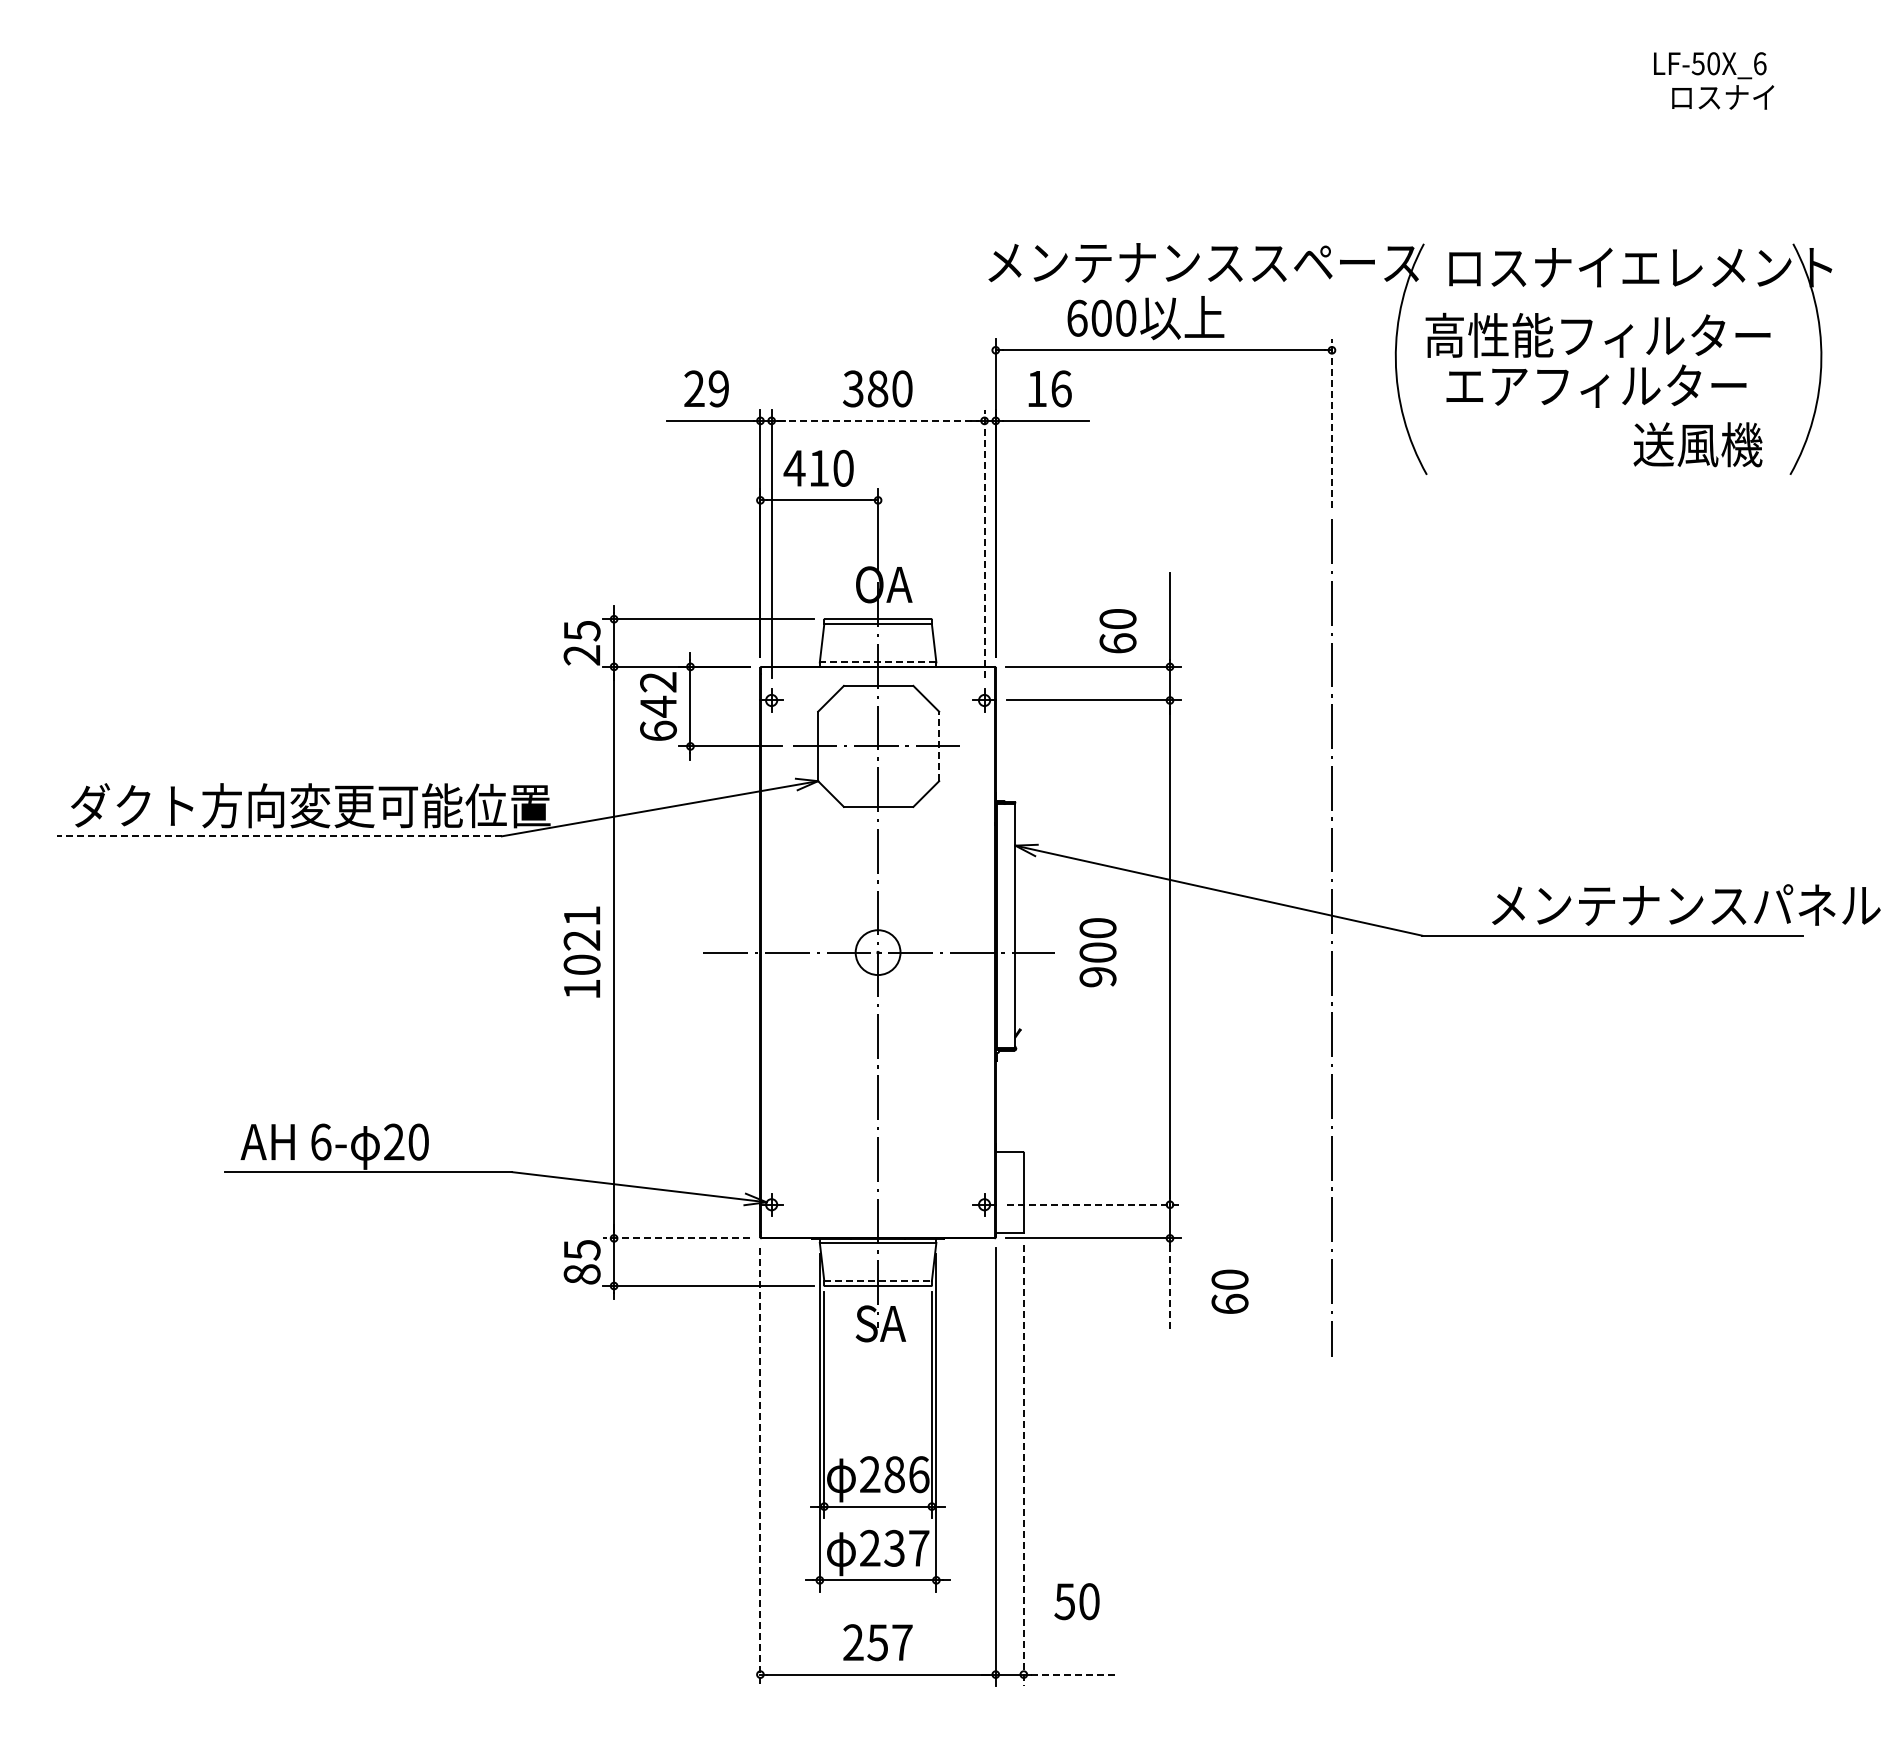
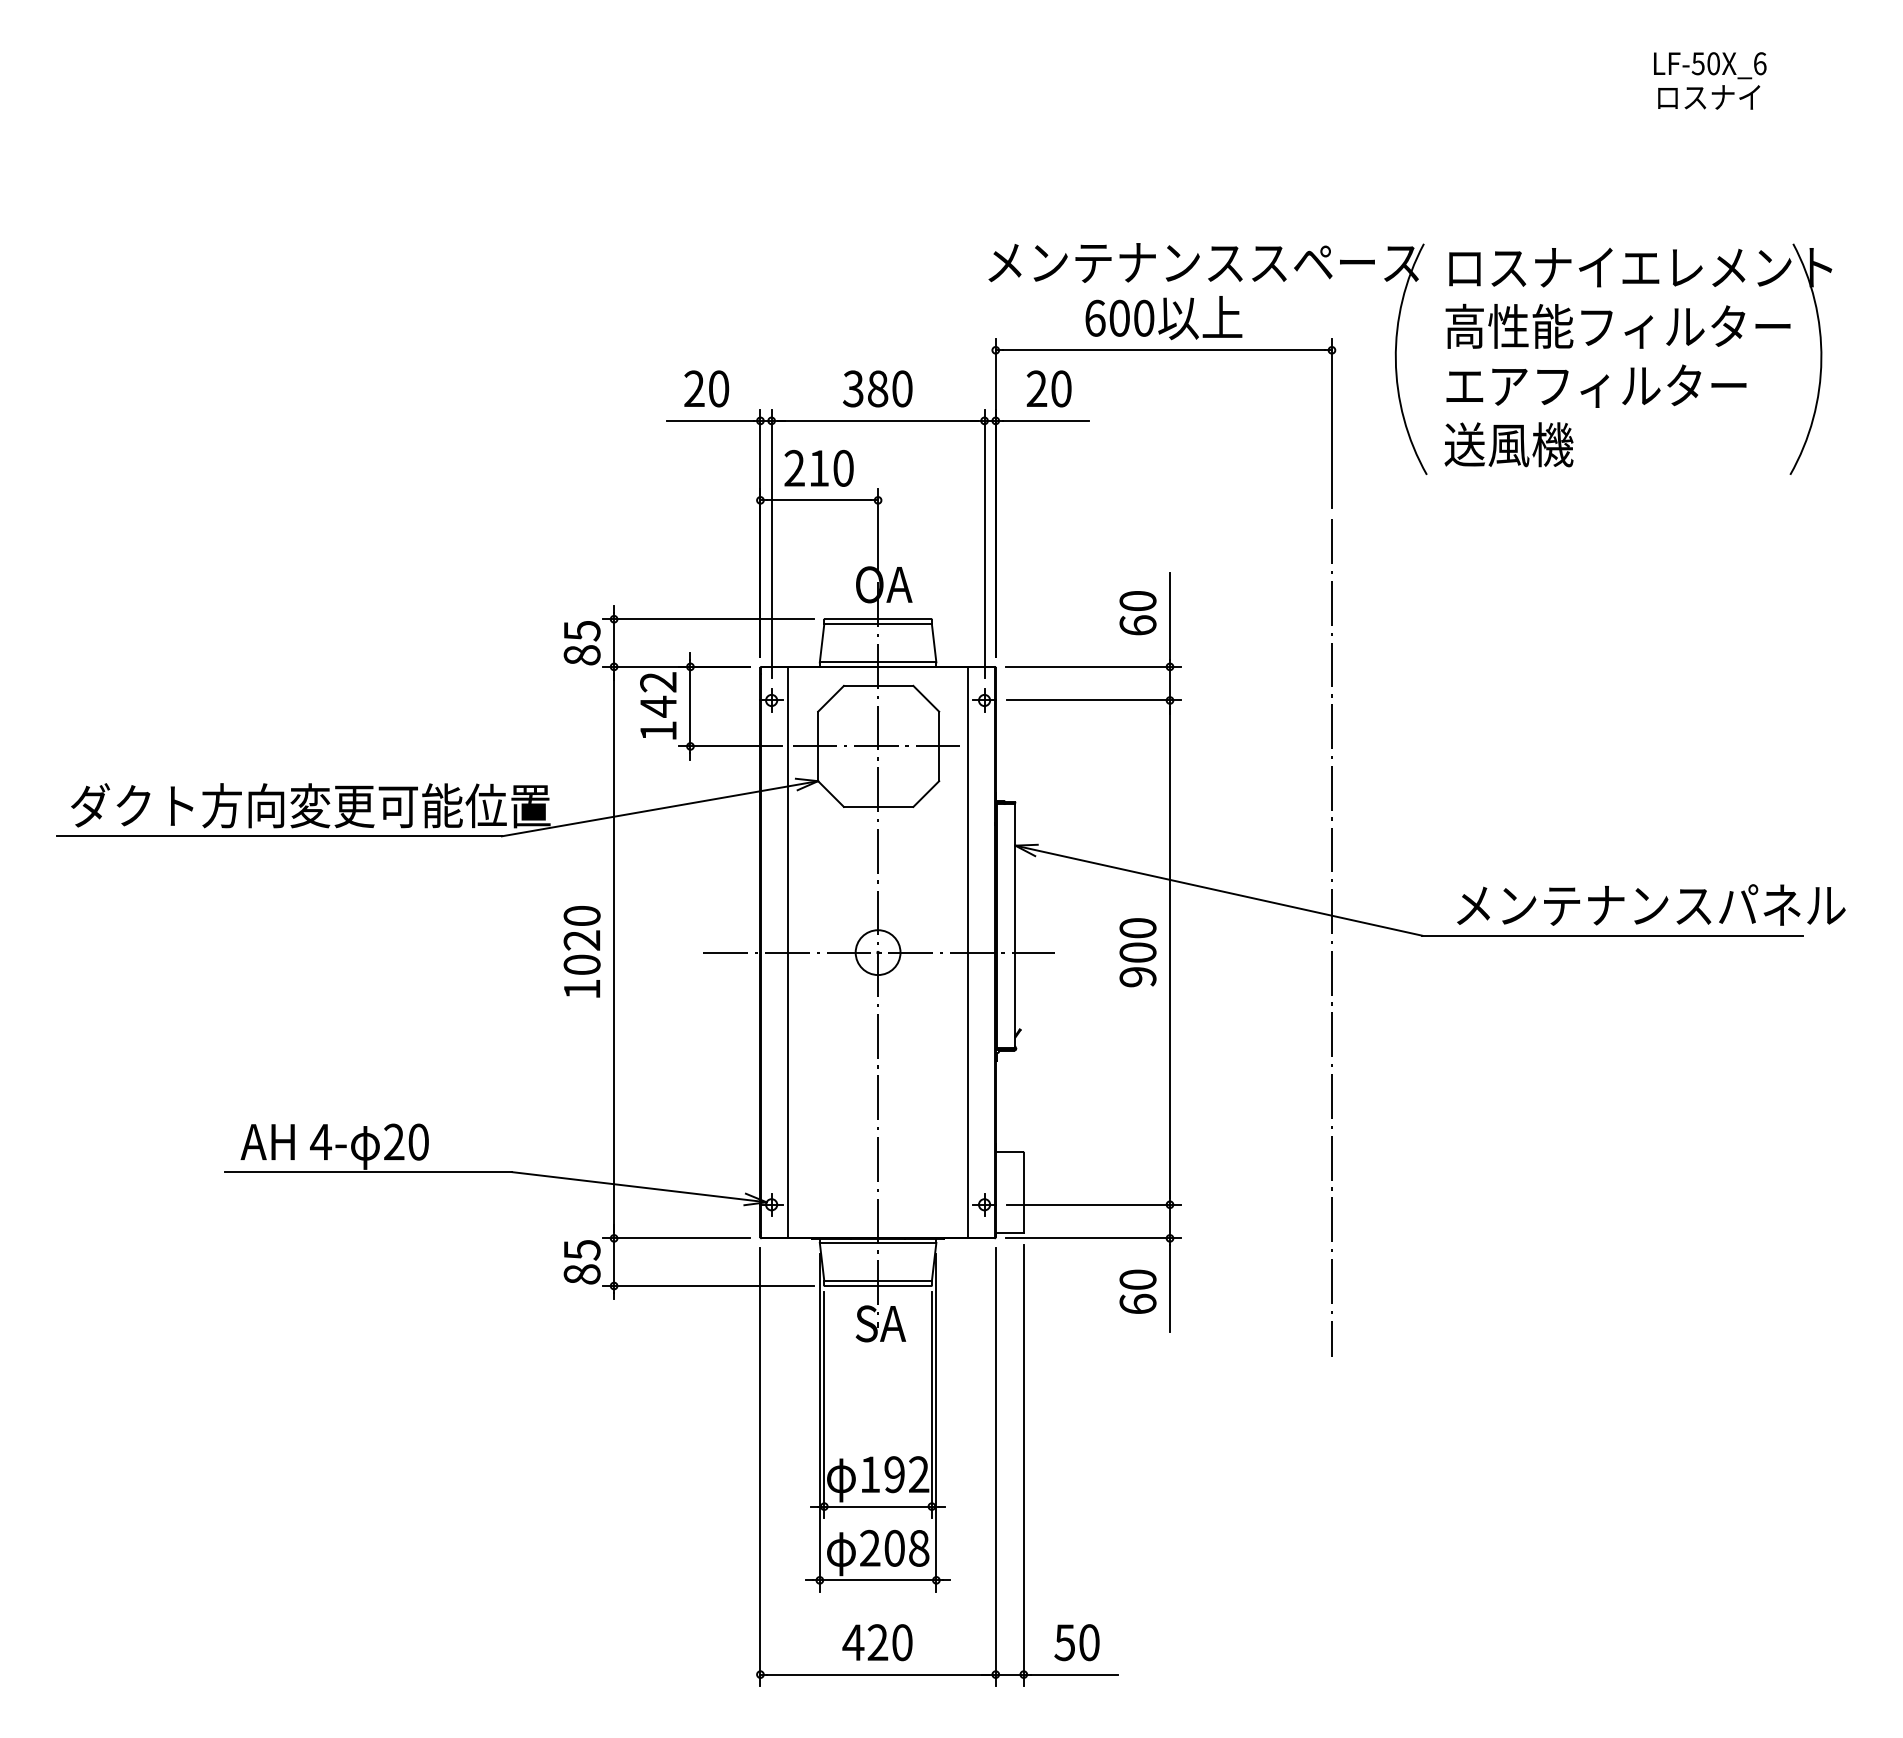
text at (1723, 97) position: (1723, 97) -> (1709, 97)
text at (1145, 318) position: (1145, 318) -> (1163, 318)
text at (1597, 334) position: (1597, 334) -> (1617, 325)
text at (718, 388): 29 -> 20
text at (1048, 388): 16 -> 20
line at (878, 420): dashed -> solid
line at (1331, 423): dashed -> solid
text at (1697, 444) position: (1697, 444) -> (1508, 444)
text at (794, 467): 410 -> 210
line at (984, 543): dashed -> solid
text at (1117, 631) position: (1117, 631) -> (1137, 613)
text at (581, 655): 25 -> 85
line at (877, 662): dashed -> solid
text at (658, 730): 642 -> 142
line at (939, 746): dashed -> solid
line at (278, 836): dashed -> solid
text at (1686, 904) position: (1686, 904) -> (1651, 904)
text at (581, 915): 1021 -> 1020
line at (788, 952): none -> present
line at (967, 952): none -> present
text at (1097, 952) position: (1097, 952) -> (1137, 952)
text at (321, 1141): 6- -> 4-
line at (1094, 1204): dashed -> solid
line at (676, 1238): dashed -> solid
line at (878, 1281): dashed -> solid
line at (1170, 1289): dashed -> solid
text at (1229, 1291) position: (1229, 1291) -> (1137, 1291)
line at (1023, 1465): dashed -> solid
line at (760, 1467): dashed -> solid
text at (894, 1474): 286 -> 192
text at (906, 1548): 237 -> 208
text at (1076, 1601) position: (1076, 1601) -> (1076, 1642)
text at (877, 1642): 257 -> 420
line at (1074, 1674): dashed -> solid
